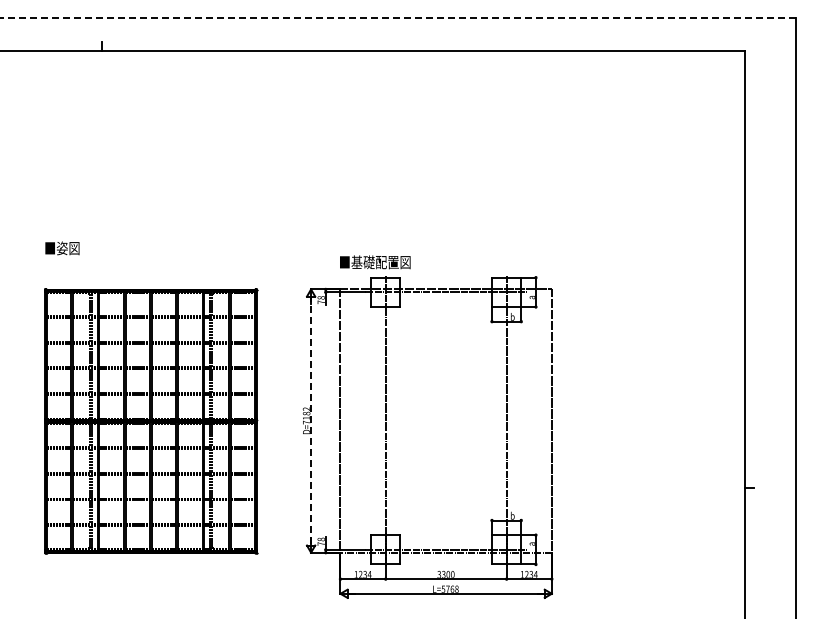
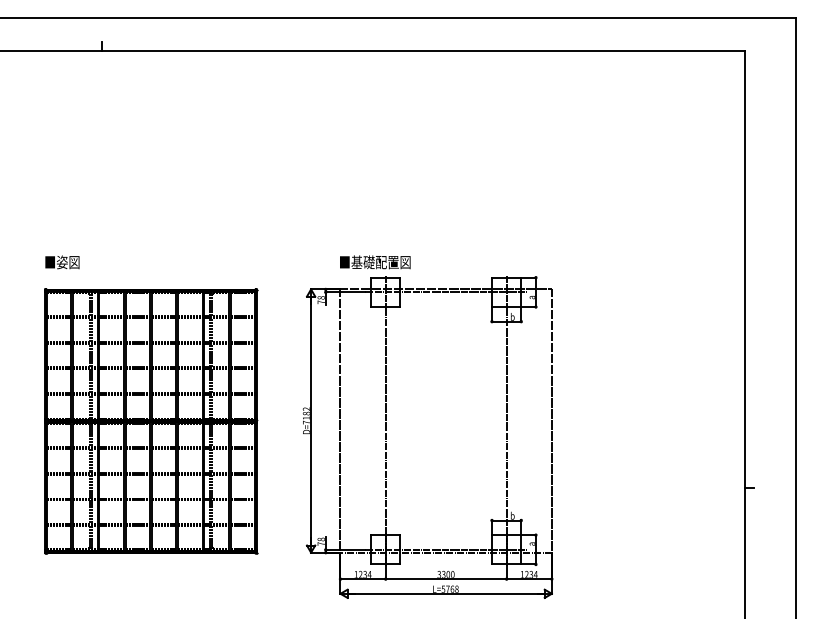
line at (398, 18): dashed -> solid
text at (62, 248) position: (62, 248) -> (62, 262)
line at (311, 420): dashed -> solid
